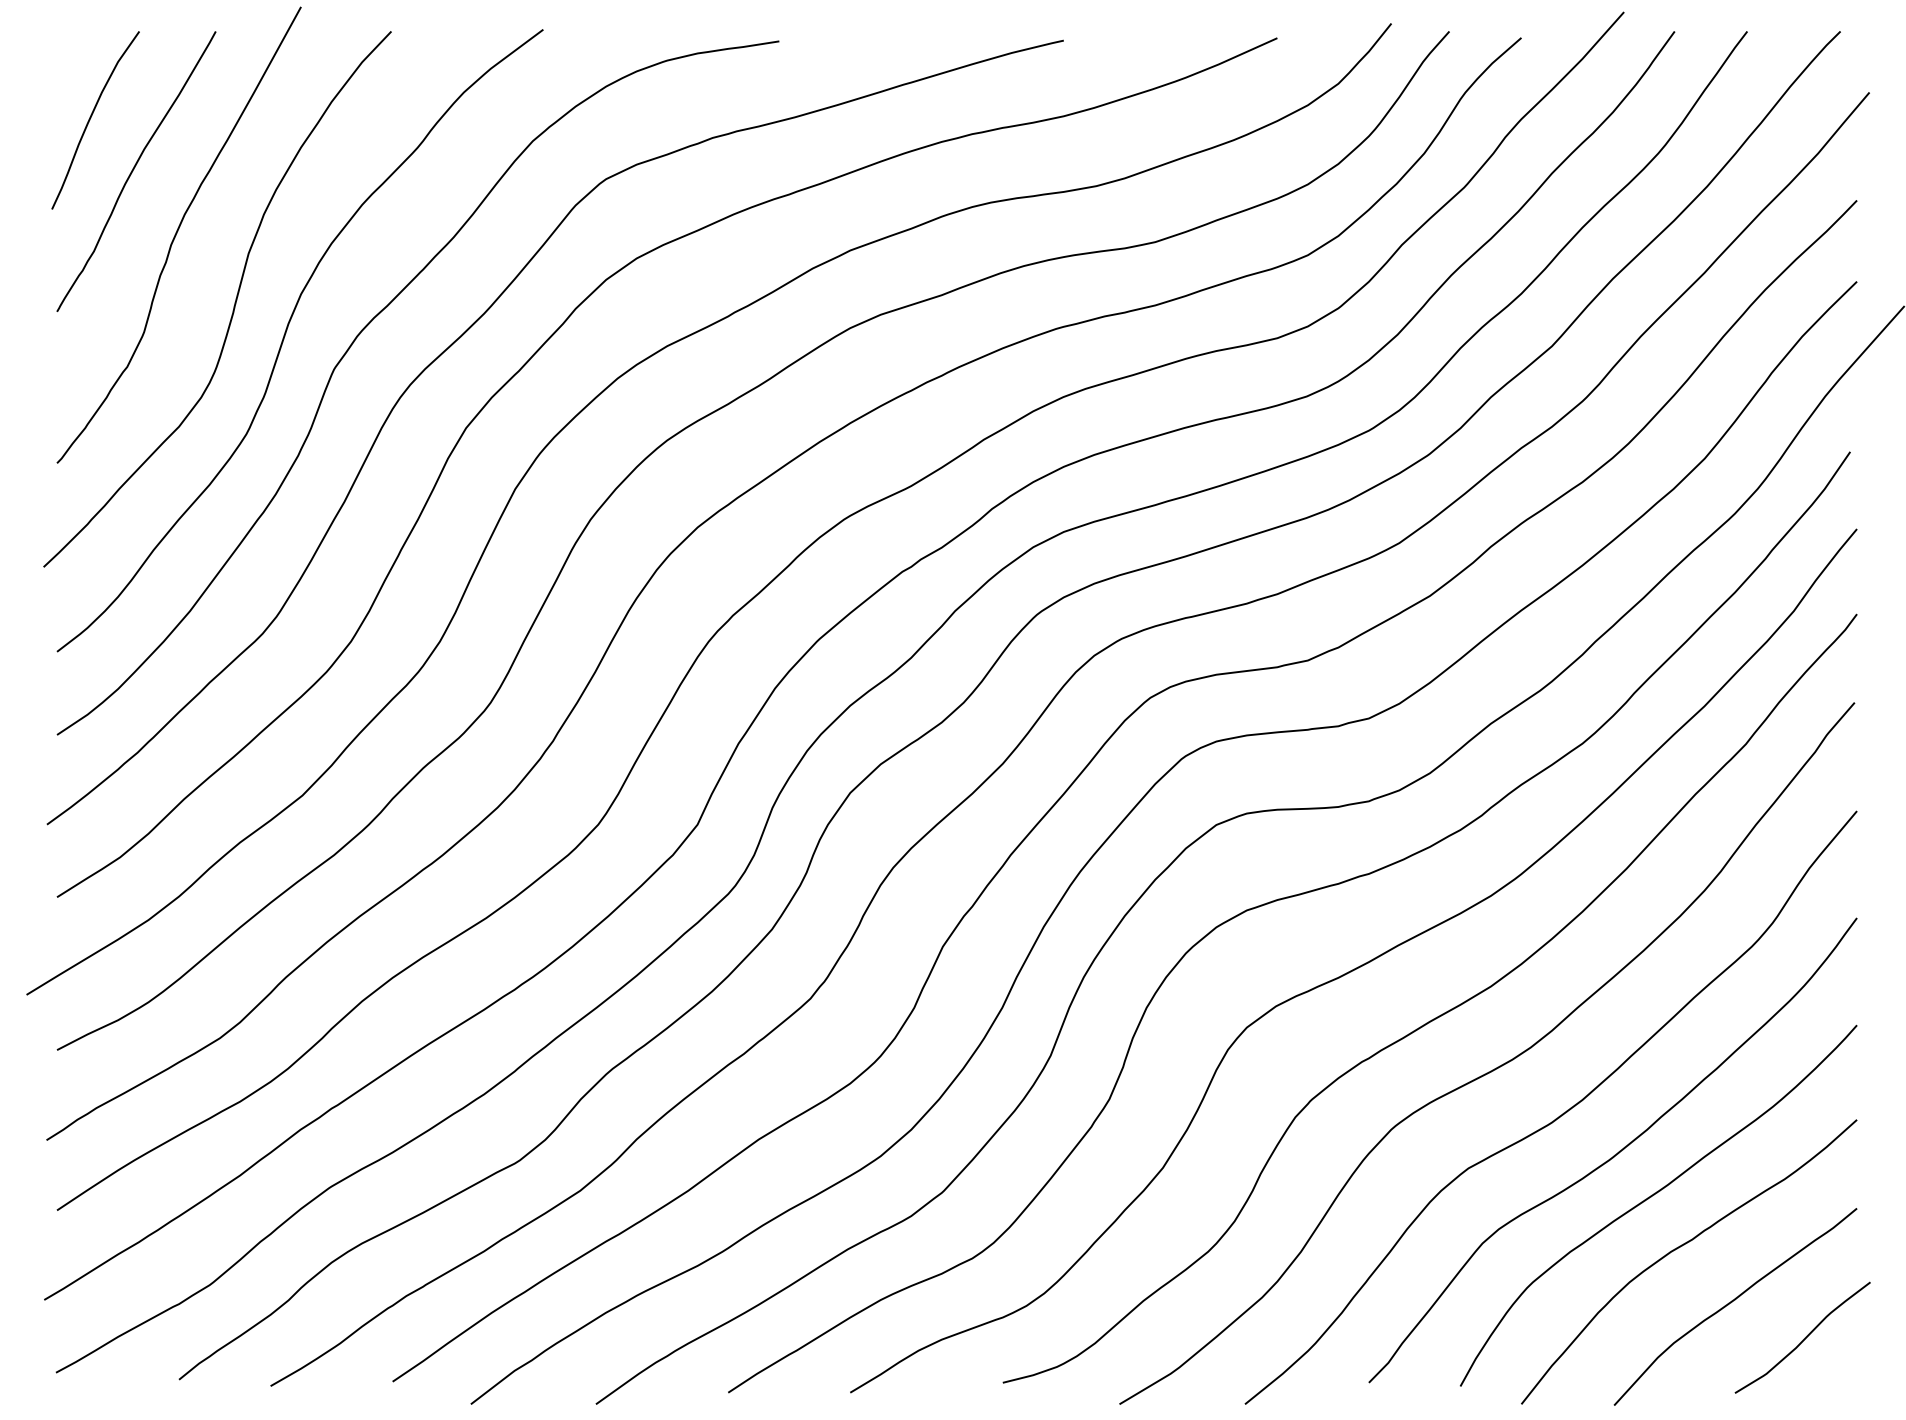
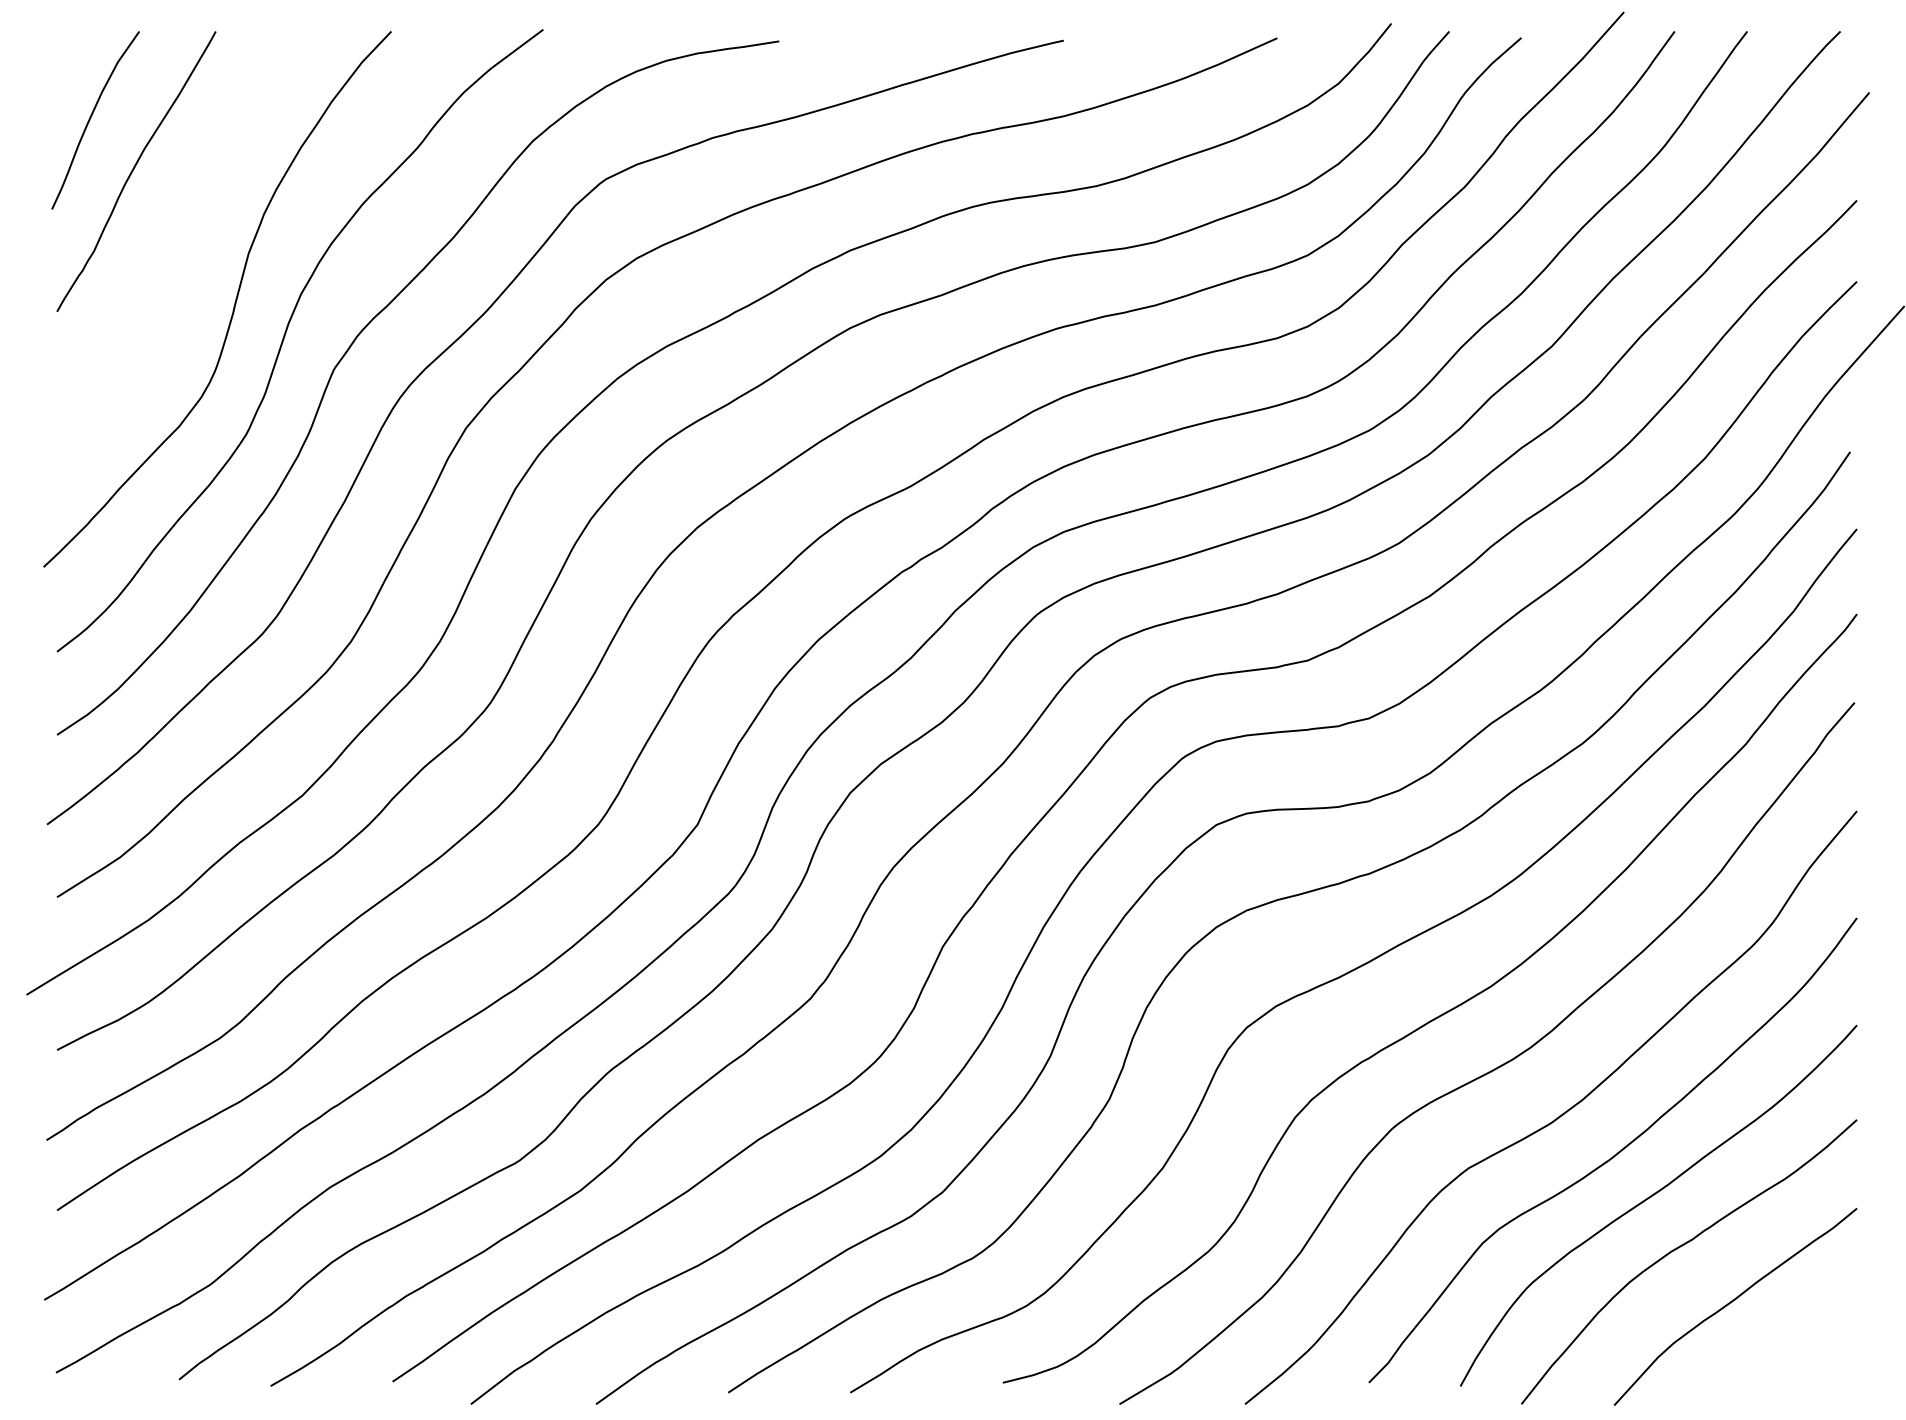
curve at (177, 233): present -> none
curve at (1804, 1337): present -> none
